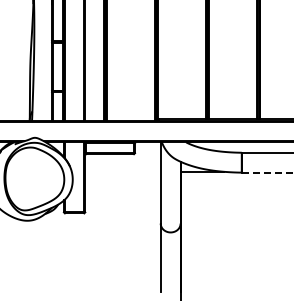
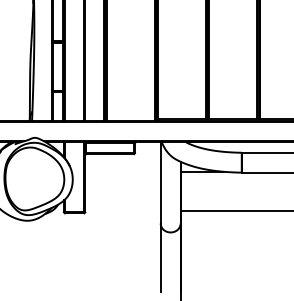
line at (267, 172): dashed -> solid
line at (235, 210): none -> present
